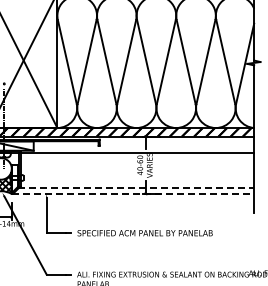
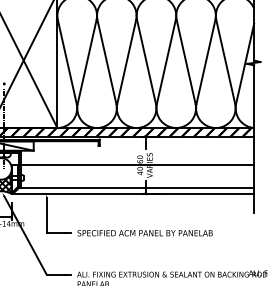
line at (137, 153) position: (137, 153) -> (137, 165)
line at (136, 188): dashed -> solid
line at (133, 194): dashed -> solid
